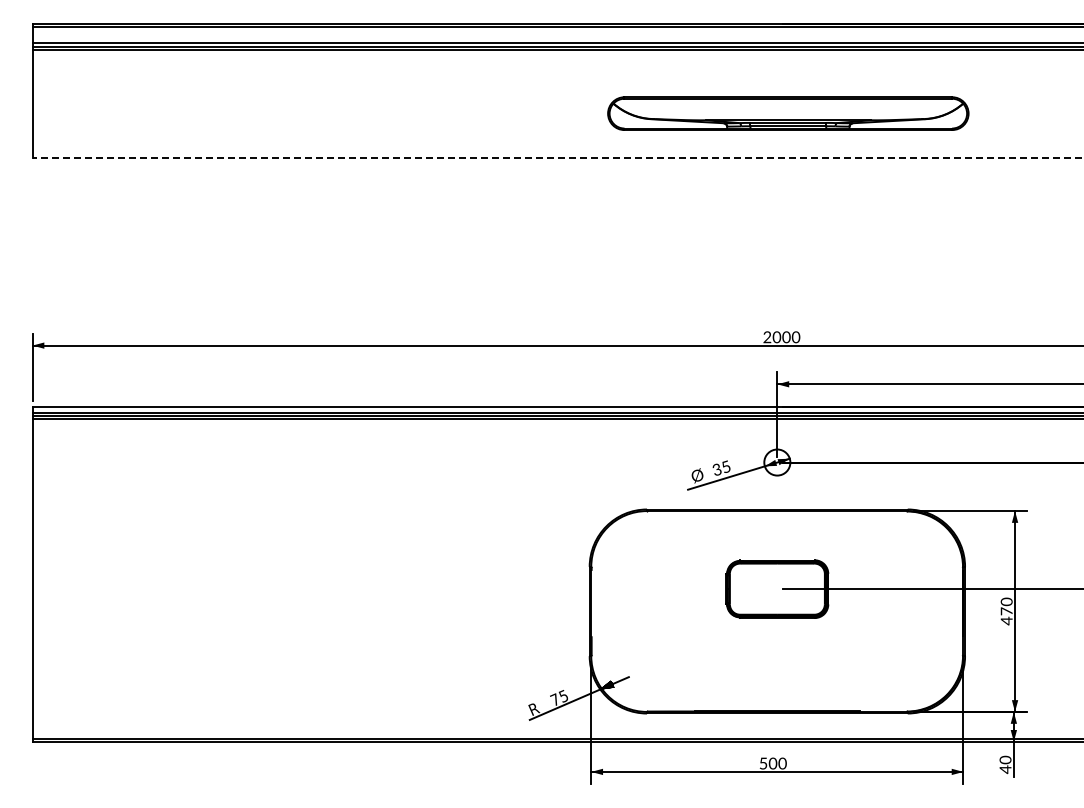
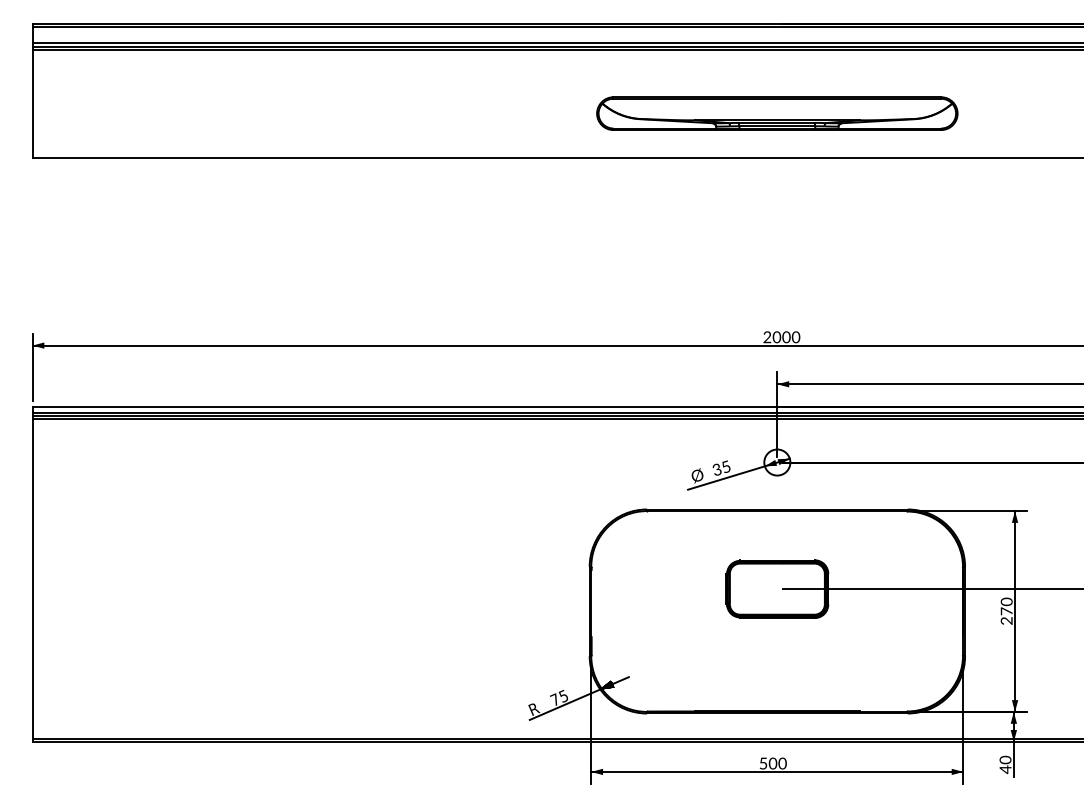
part at (788, 113) position: (788, 113) -> (777, 113)
line at (557, 158): dashed -> solid
text at (1006, 620): 470 -> 270
